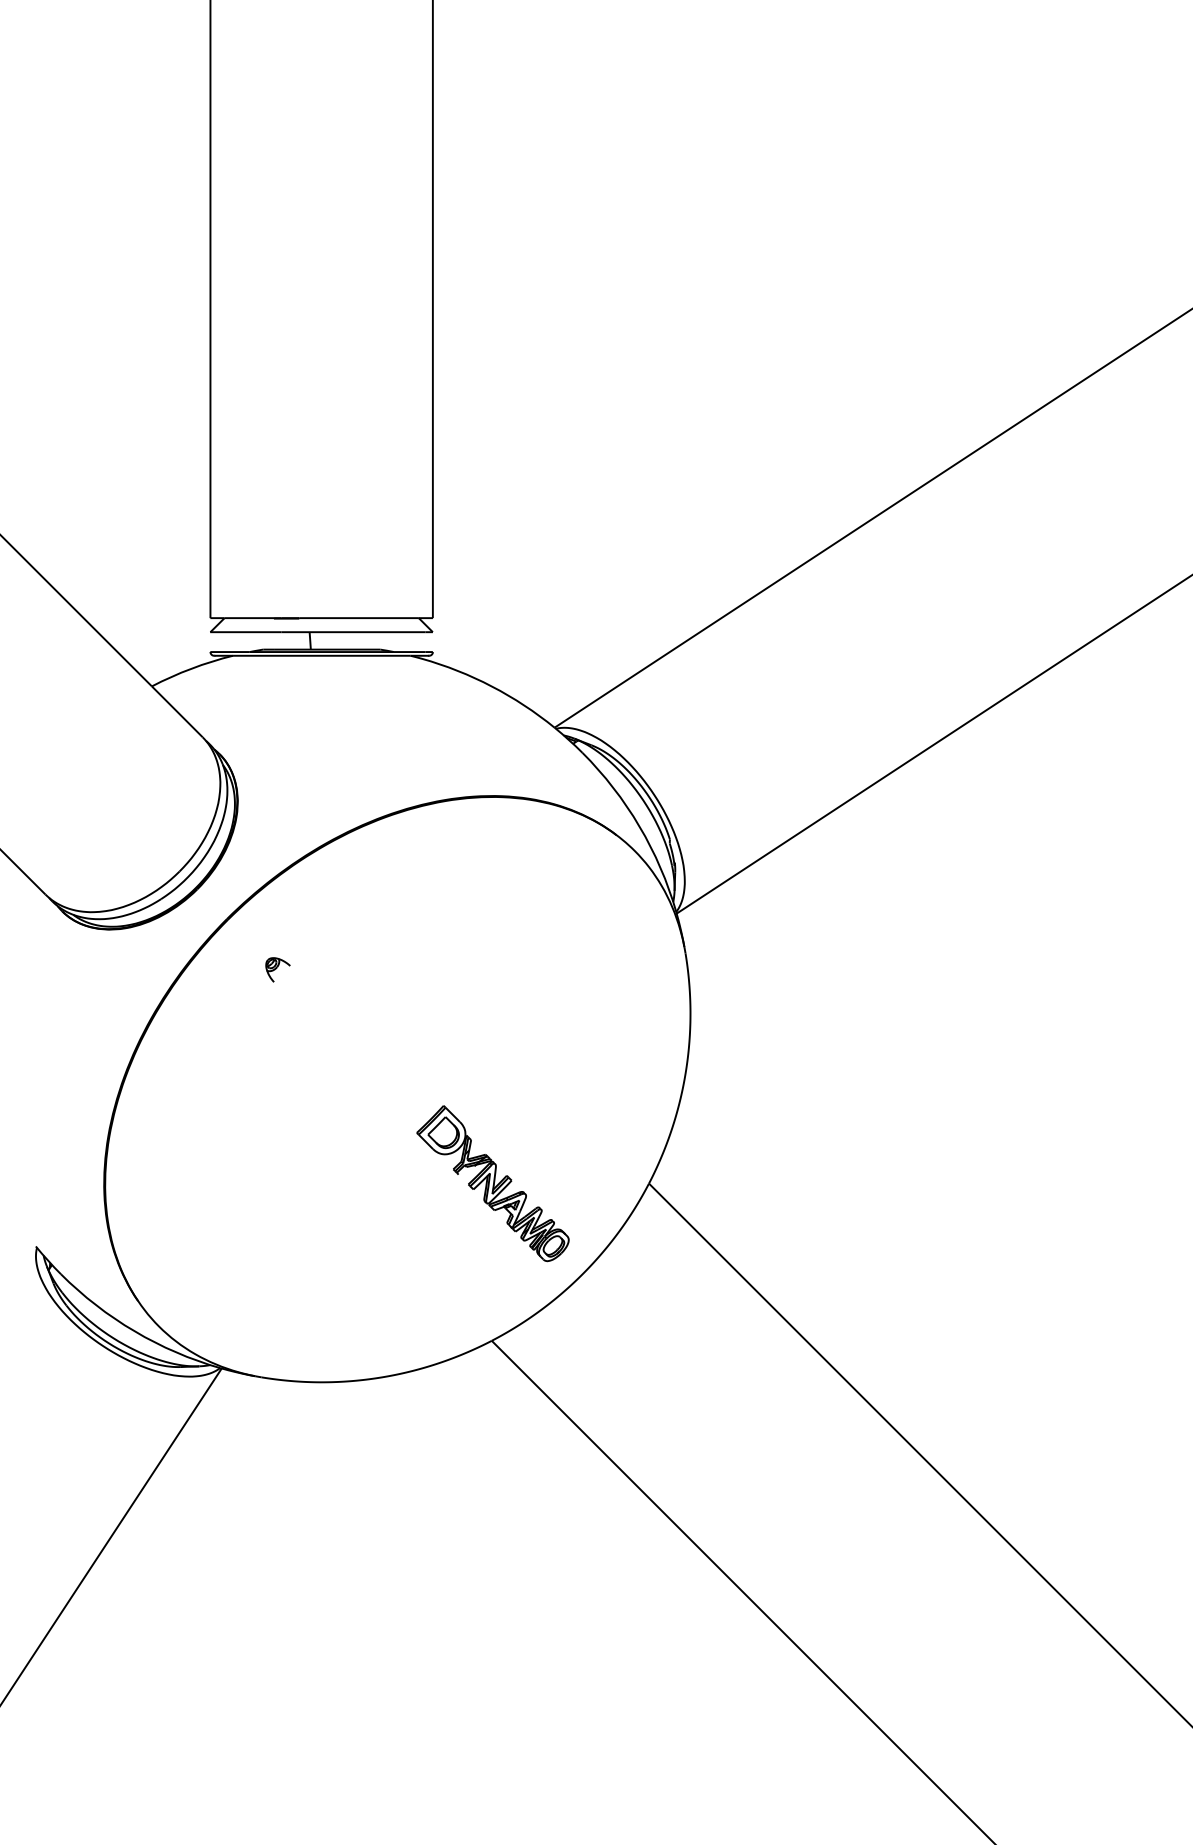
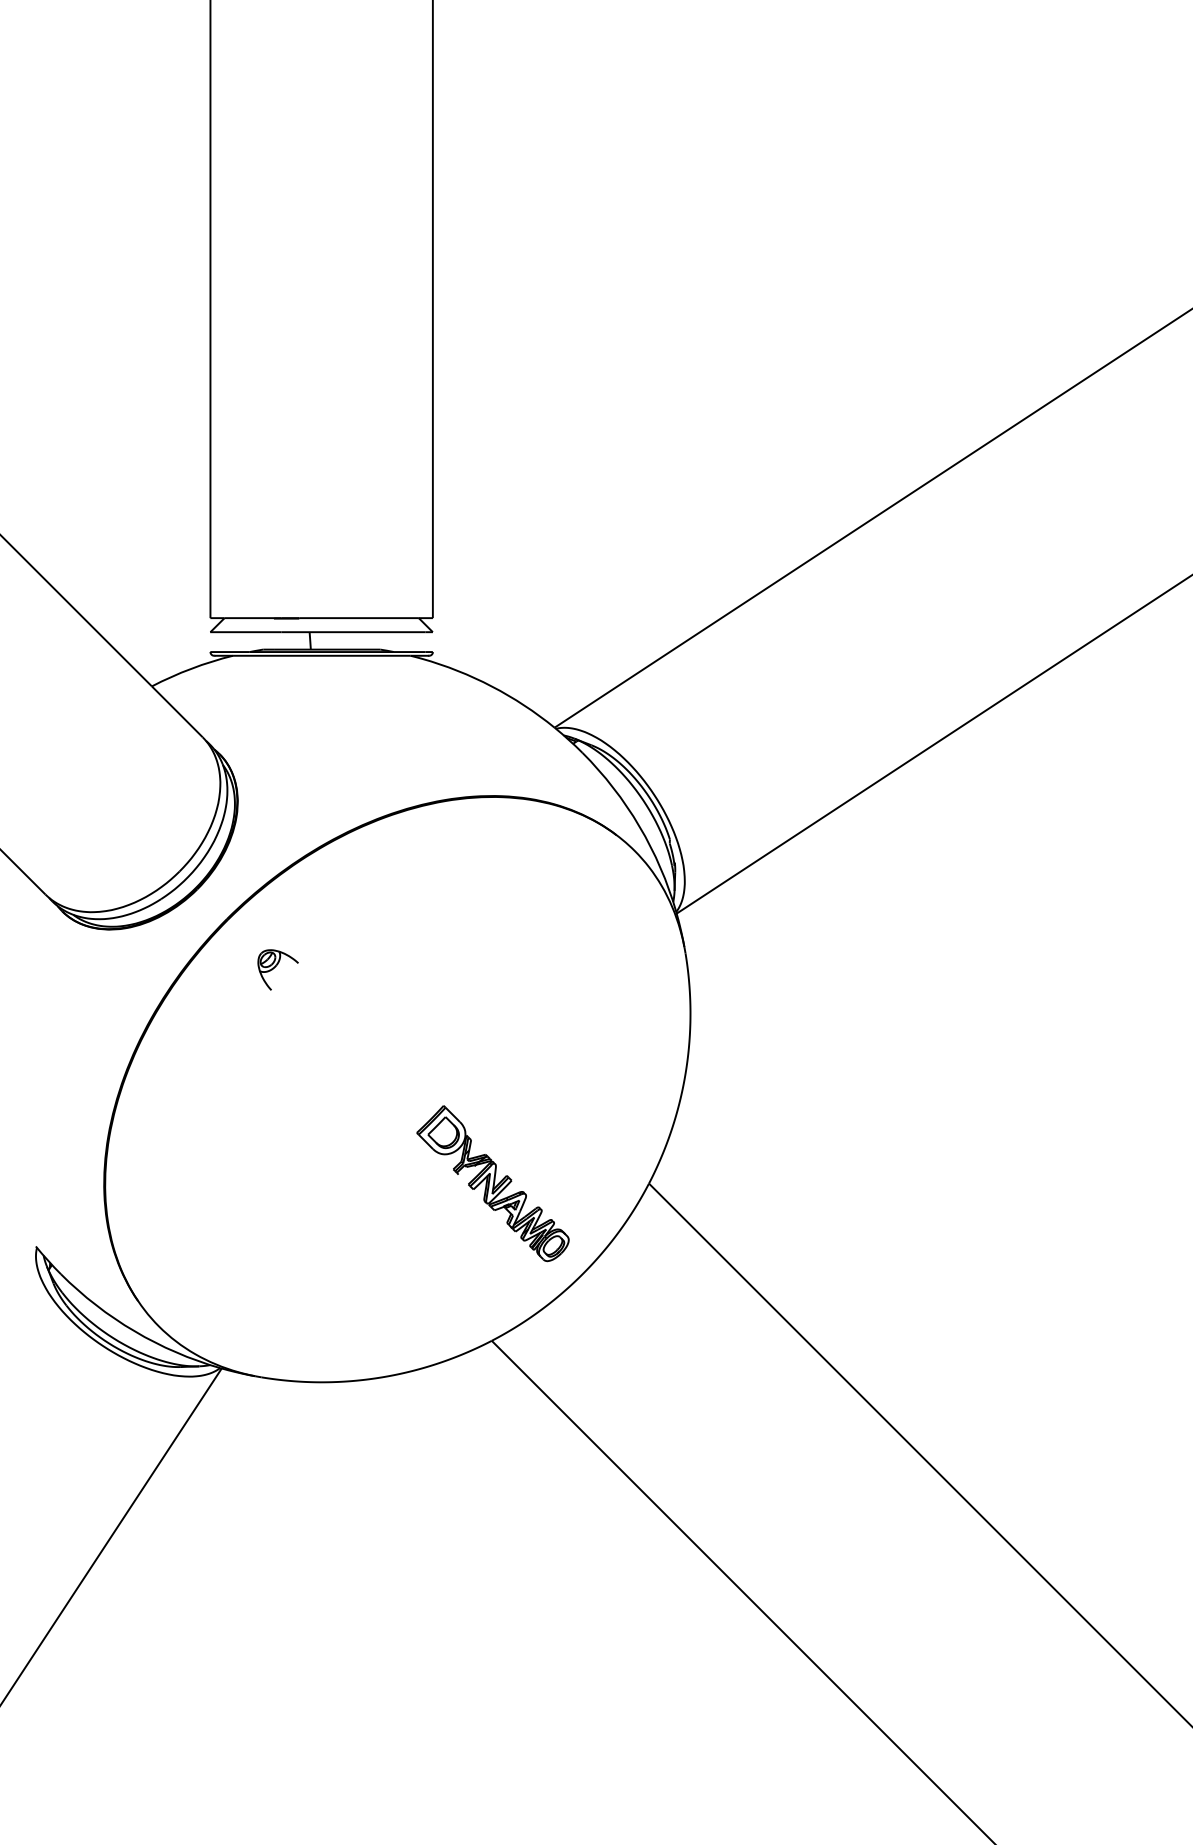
part at (277, 969) size: 26x26 px -> 42x42 px
